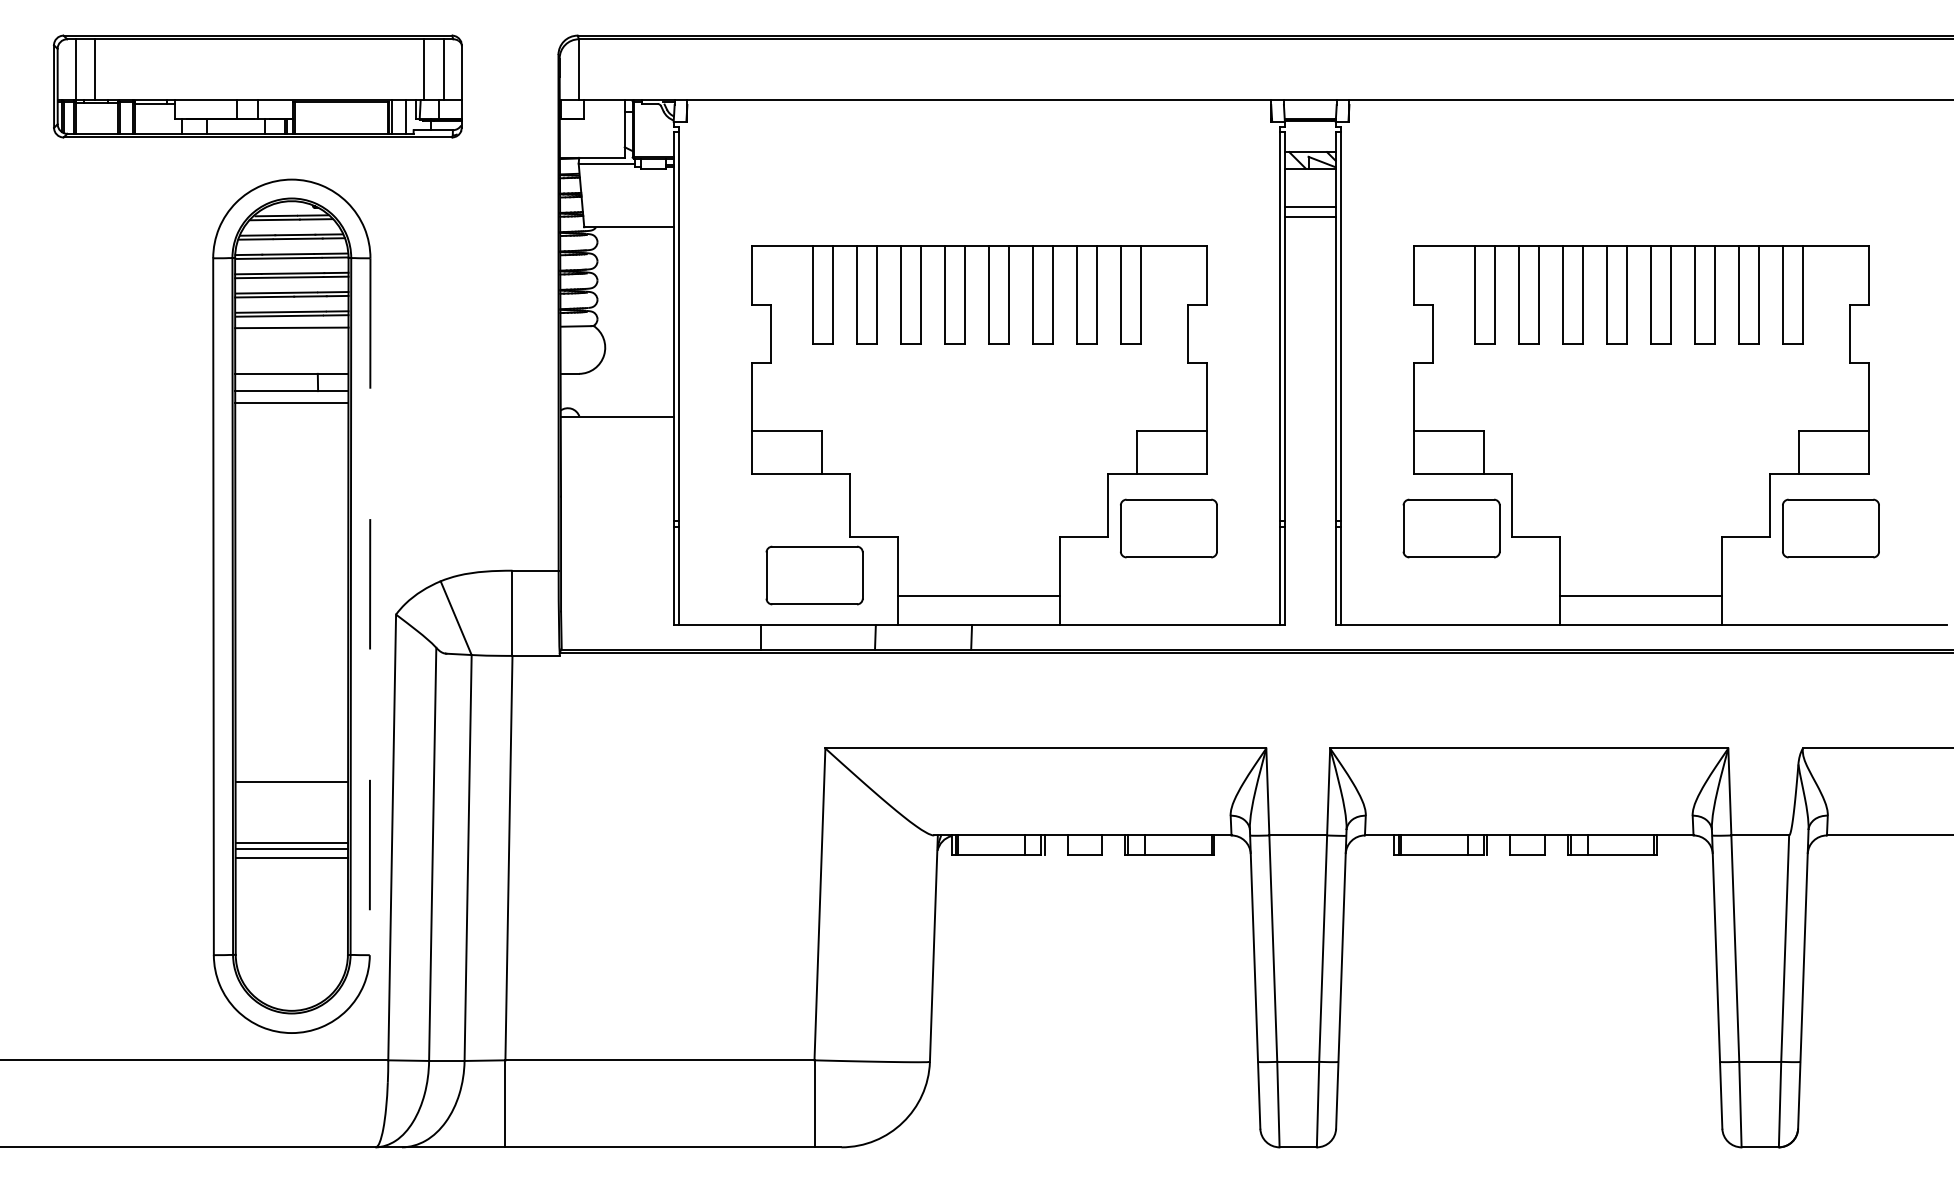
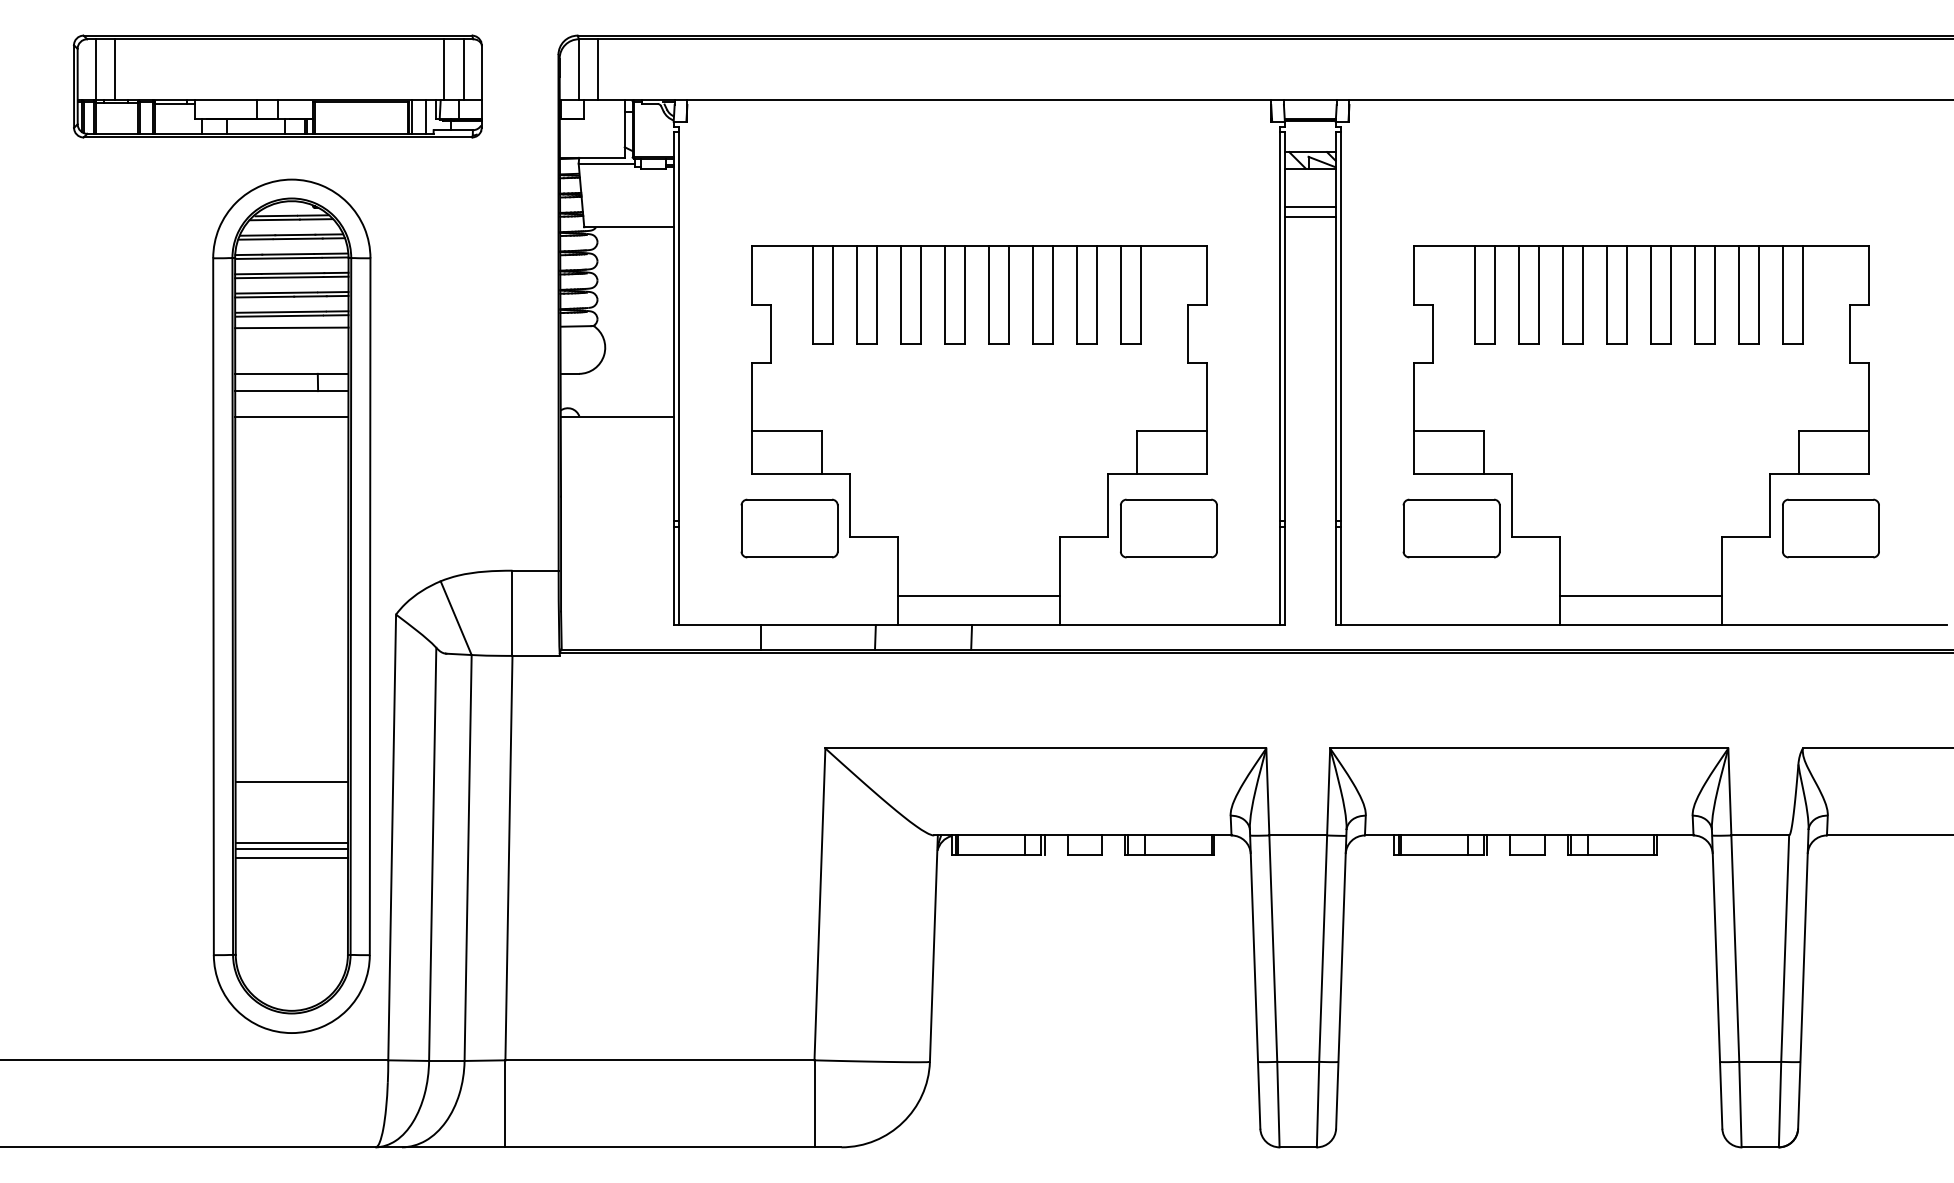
line at (598, 69): none -> present
part at (257, 86) position: (257, 86) -> (277, 86)
line at (291, 402) position: (291, 402) -> (291, 416)
part at (814, 575) position: (814, 575) -> (789, 528)
line at (370, 607): dashed -> solid
